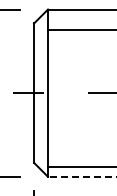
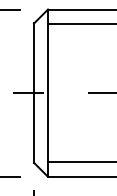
line at (80, 30) position: (80, 30) -> (80, 24)
line at (80, 167) position: (80, 167) -> (80, 162)
line at (81, 176): dashed -> solid
